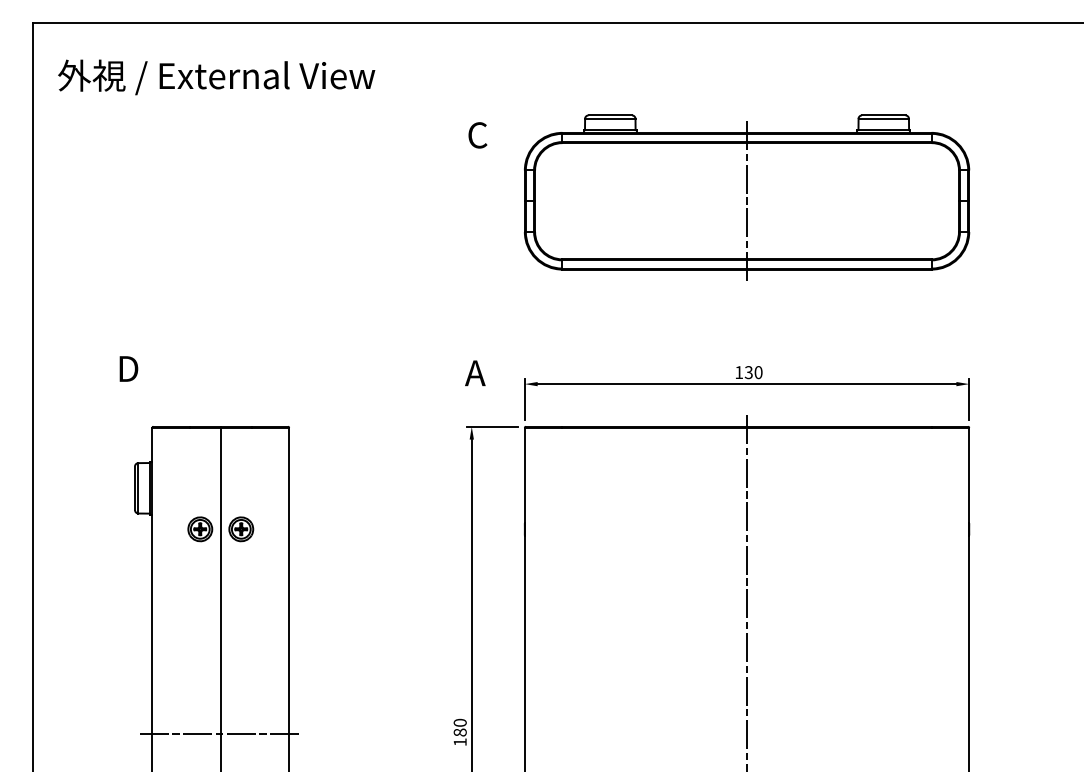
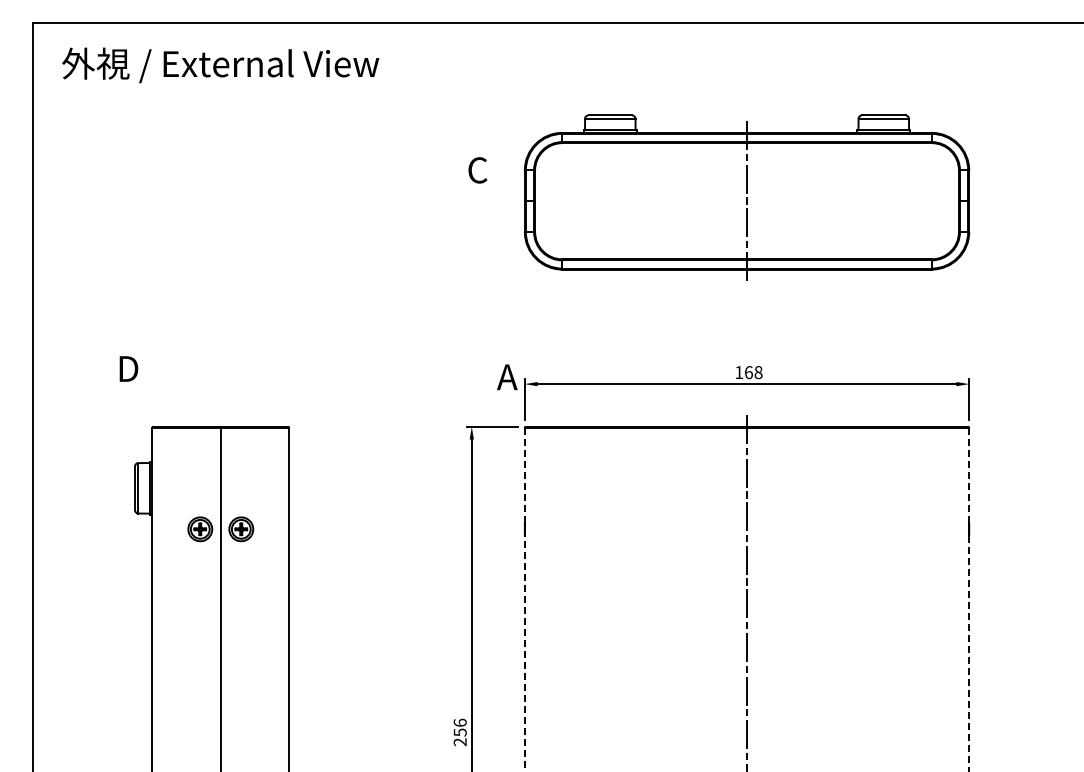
text at (216, 77) position: (216, 77) -> (220, 65)
text at (477, 135) position: (477, 135) -> (477, 170)
text at (753, 372): 130 -> 168
text at (475, 373) position: (475, 373) -> (507, 377)
line at (524, 475): solid -> dashed
line at (969, 475): solid -> dashed
line at (524, 653): solid -> dashed
line at (969, 653): solid -> dashed
text at (459, 732): 180 -> 256
line at (220, 734): present -> none
